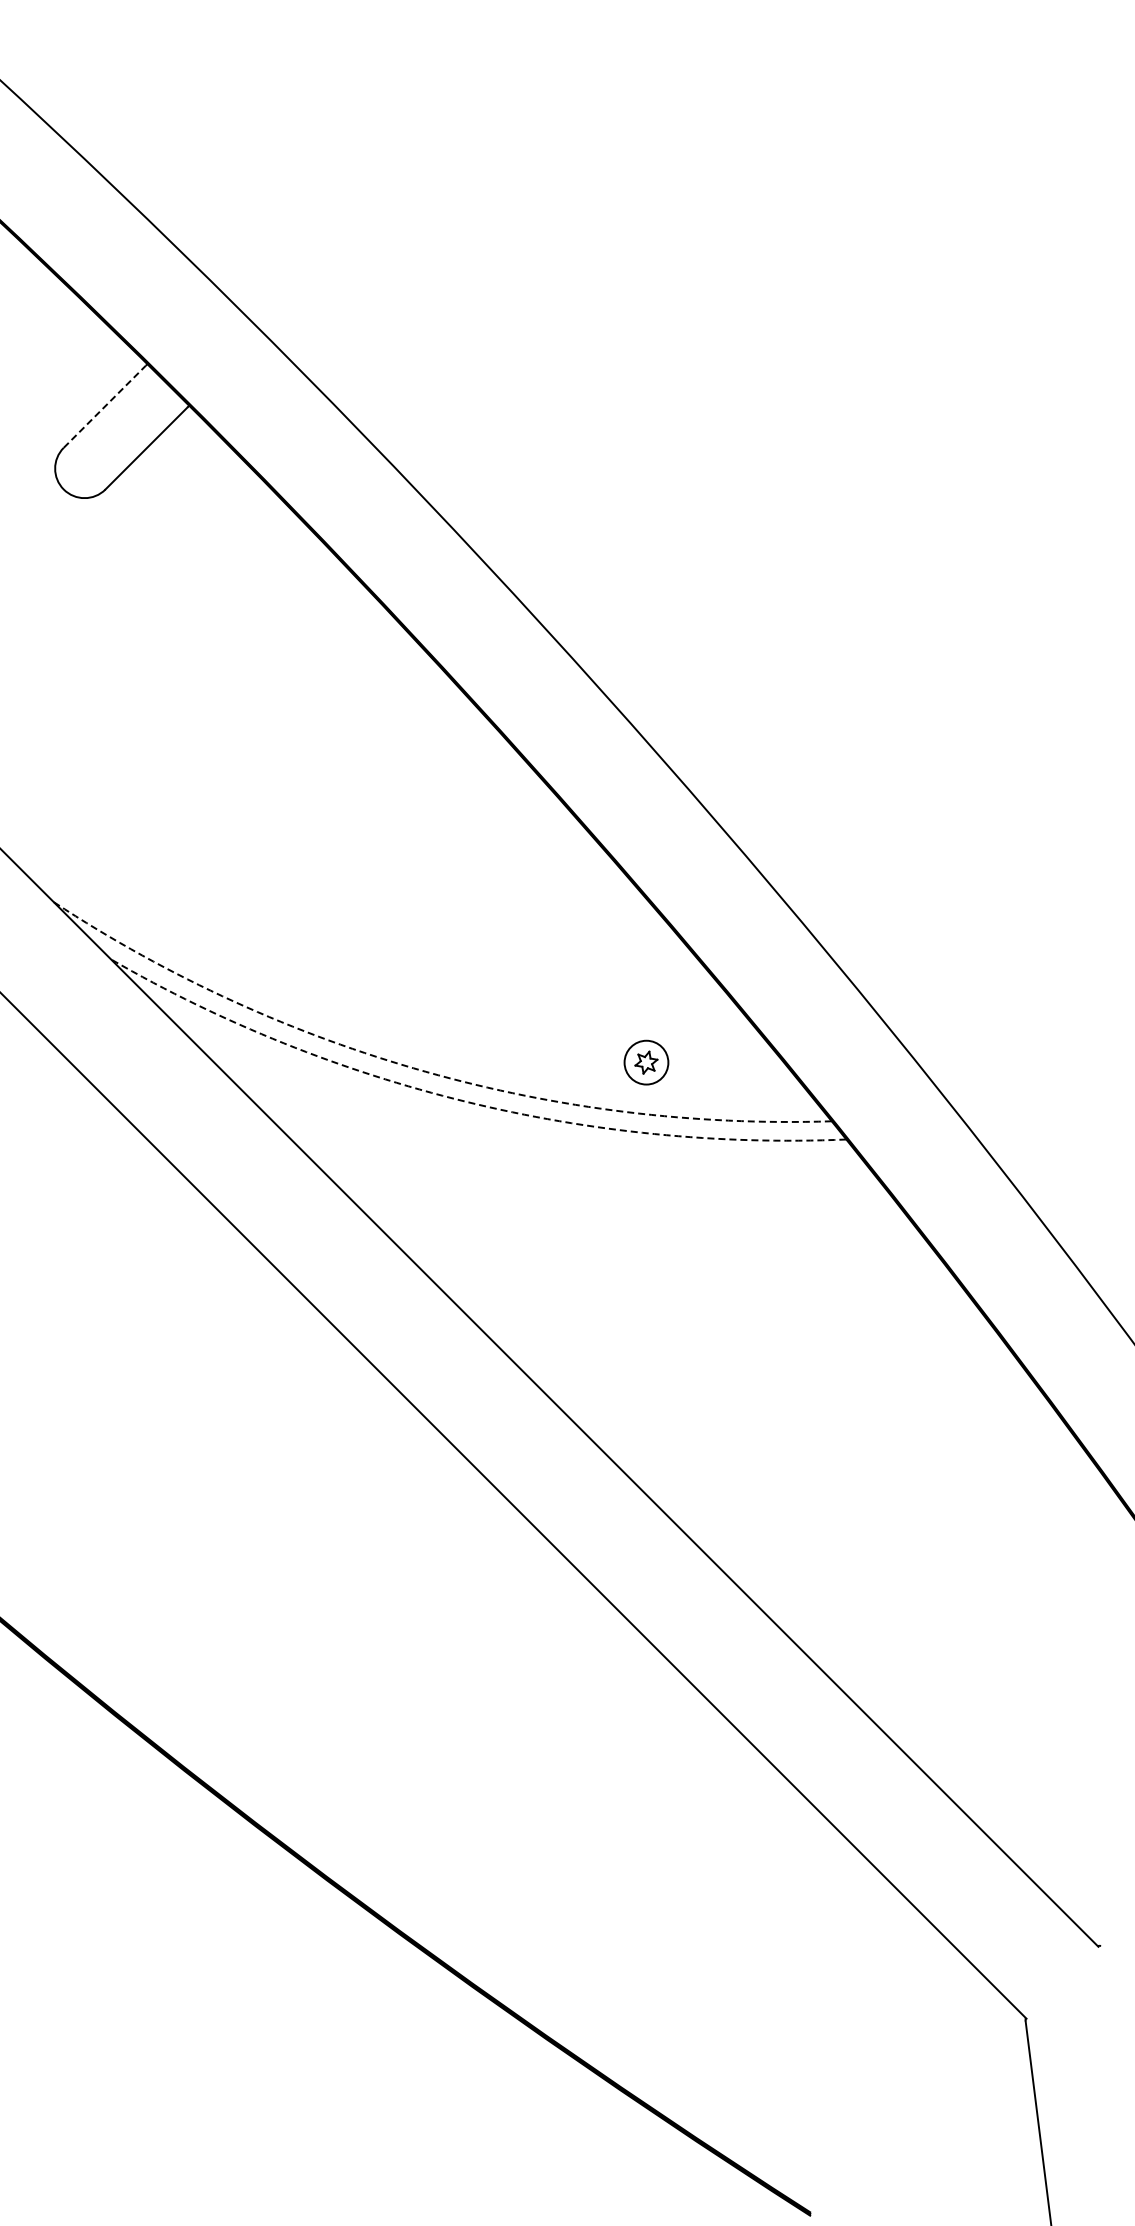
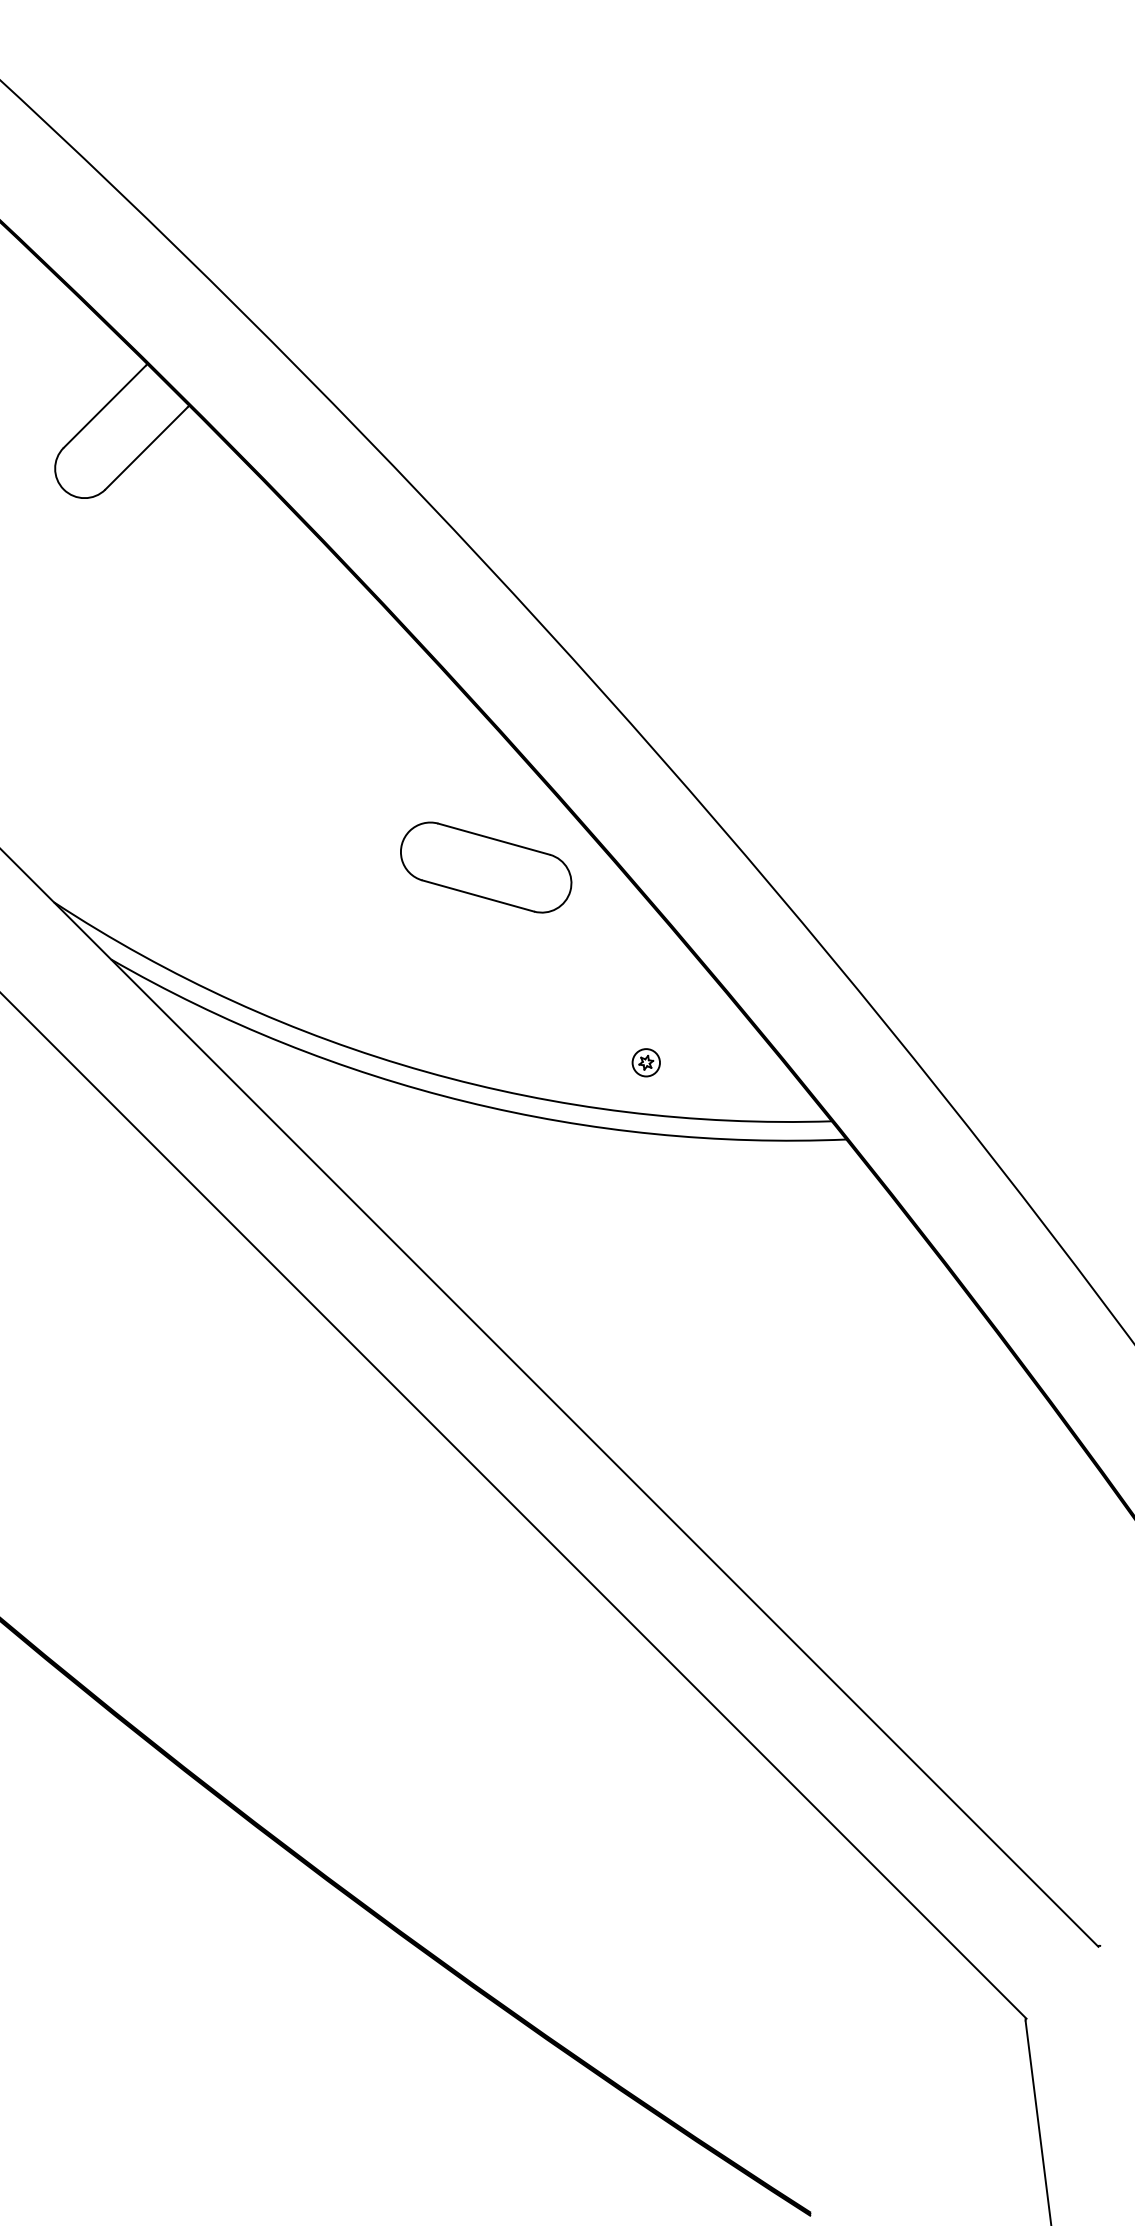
line at (104, 406): dashed -> solid
part at (486, 867): none -> present
part at (646, 1062) size: 47x47 px -> 30x30 px
arc at (425, 1071): dashed -> solid
arc at (465, 1101): dashed -> solid
